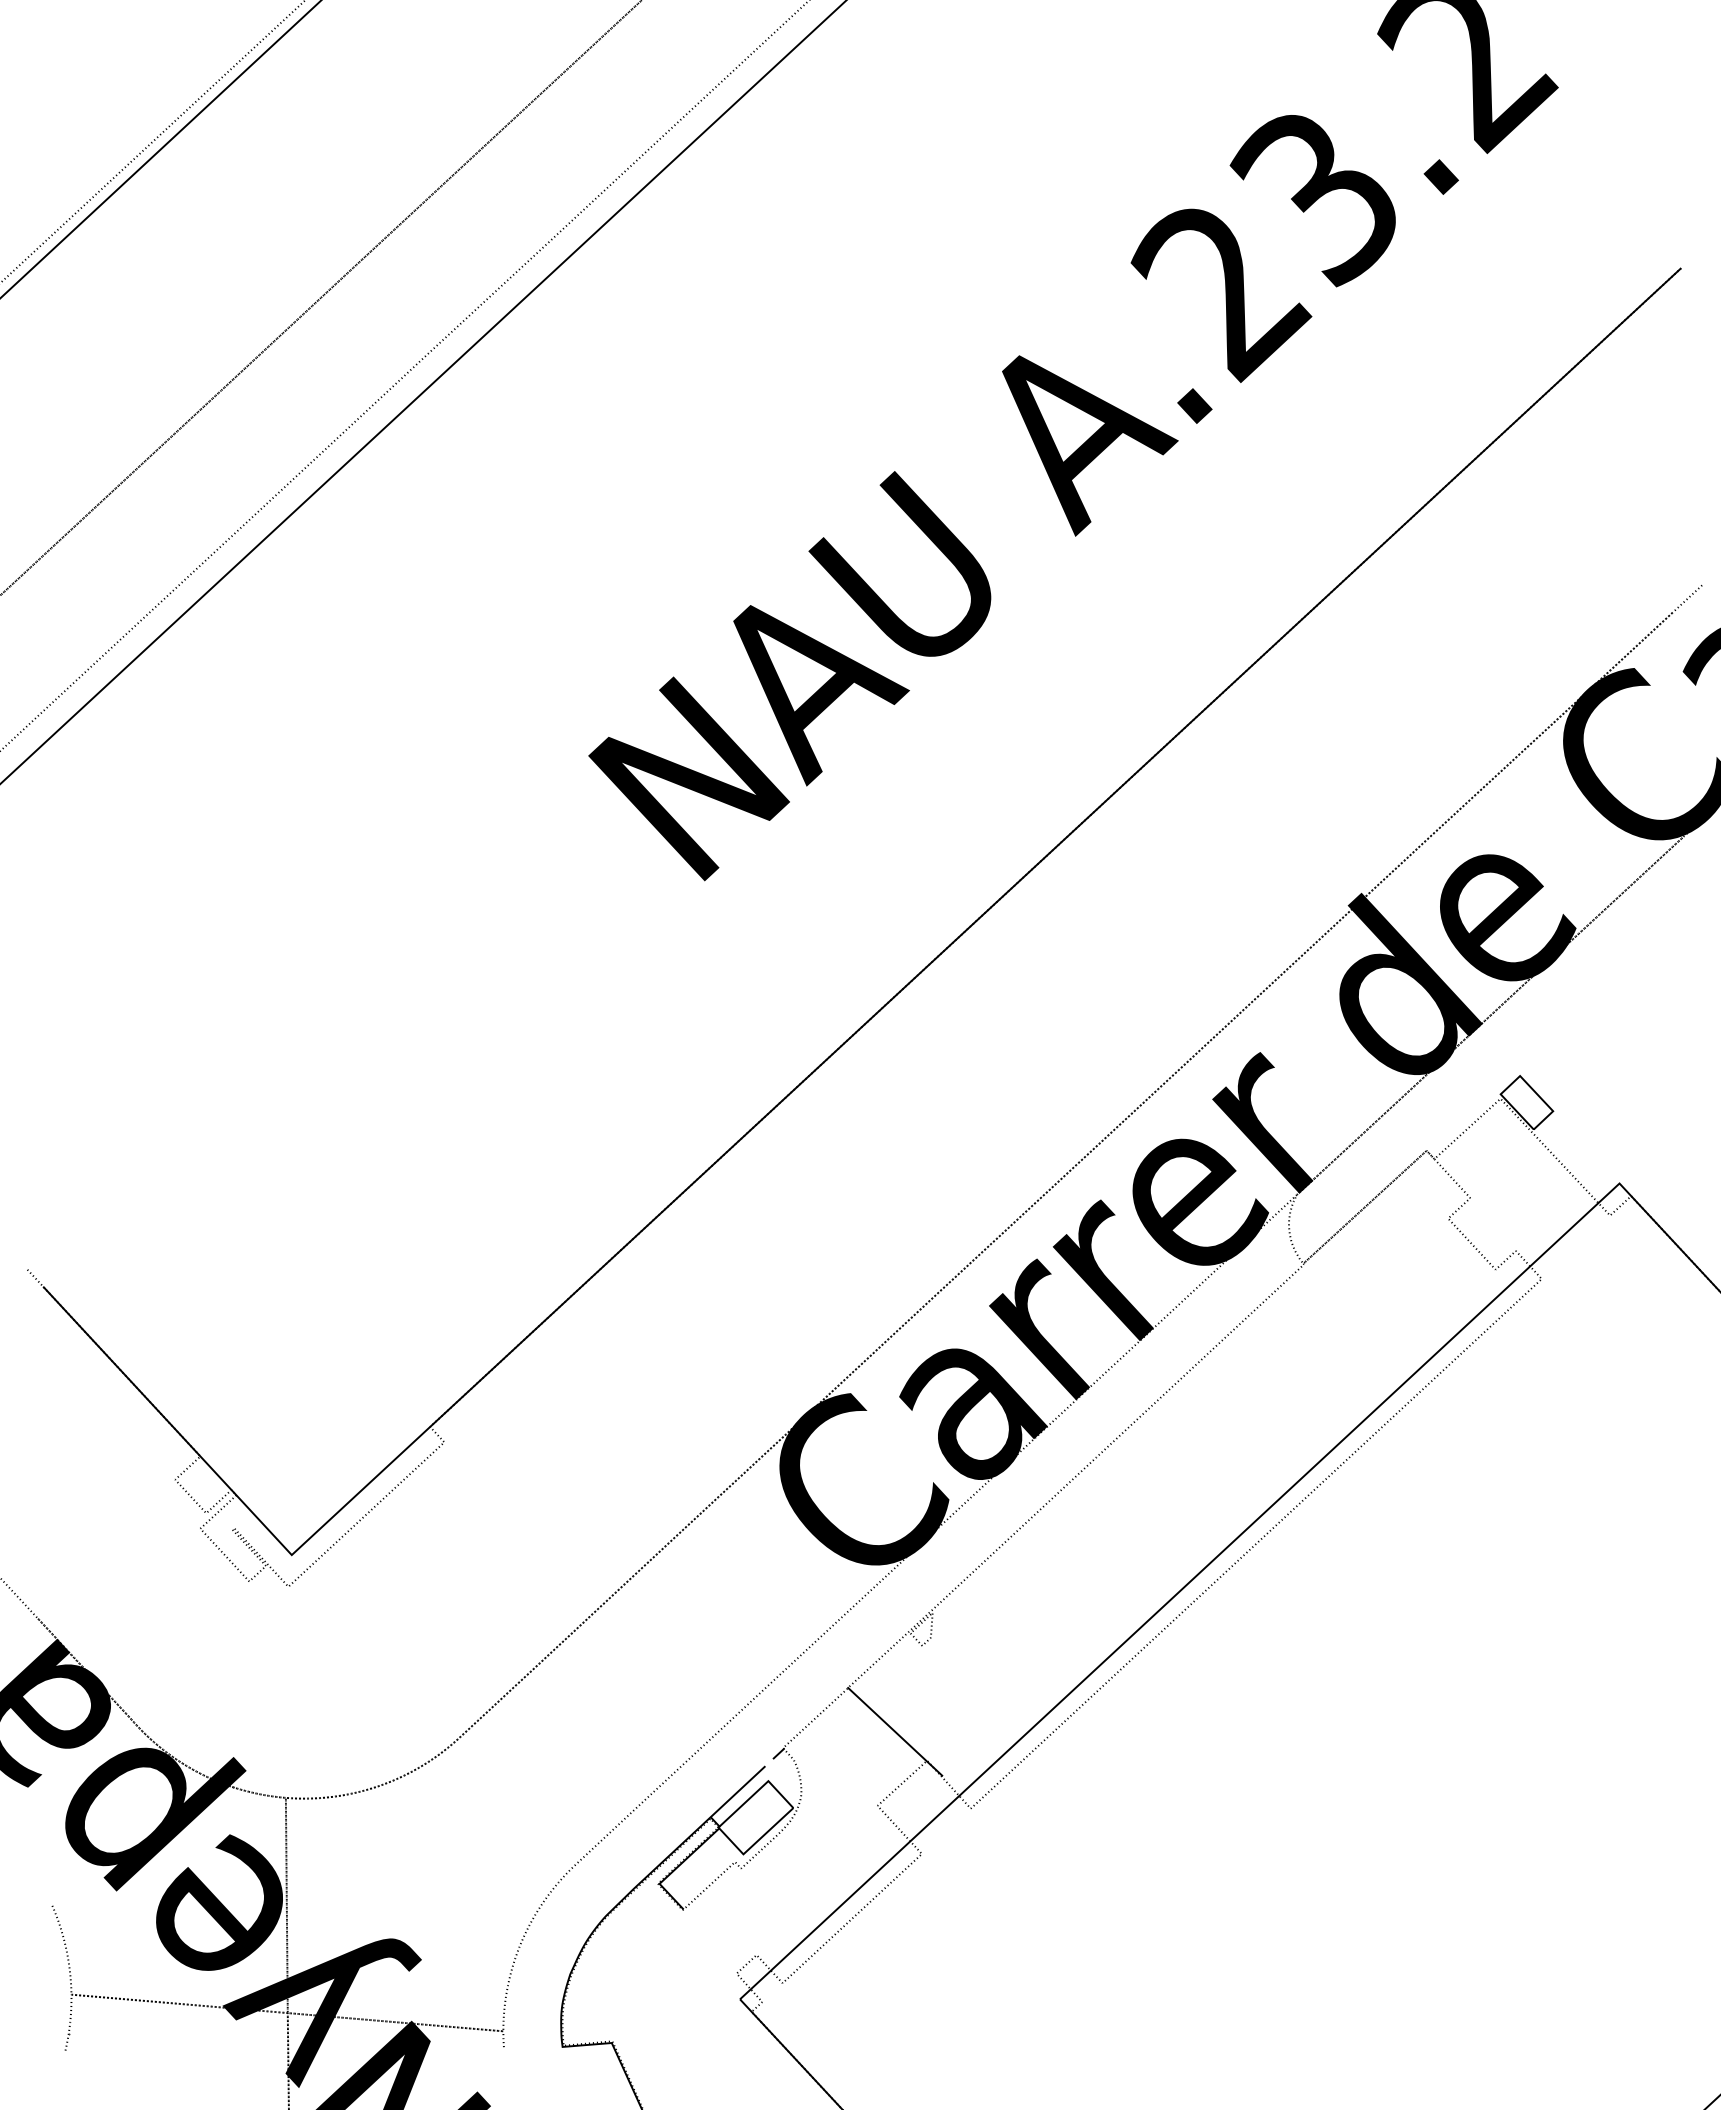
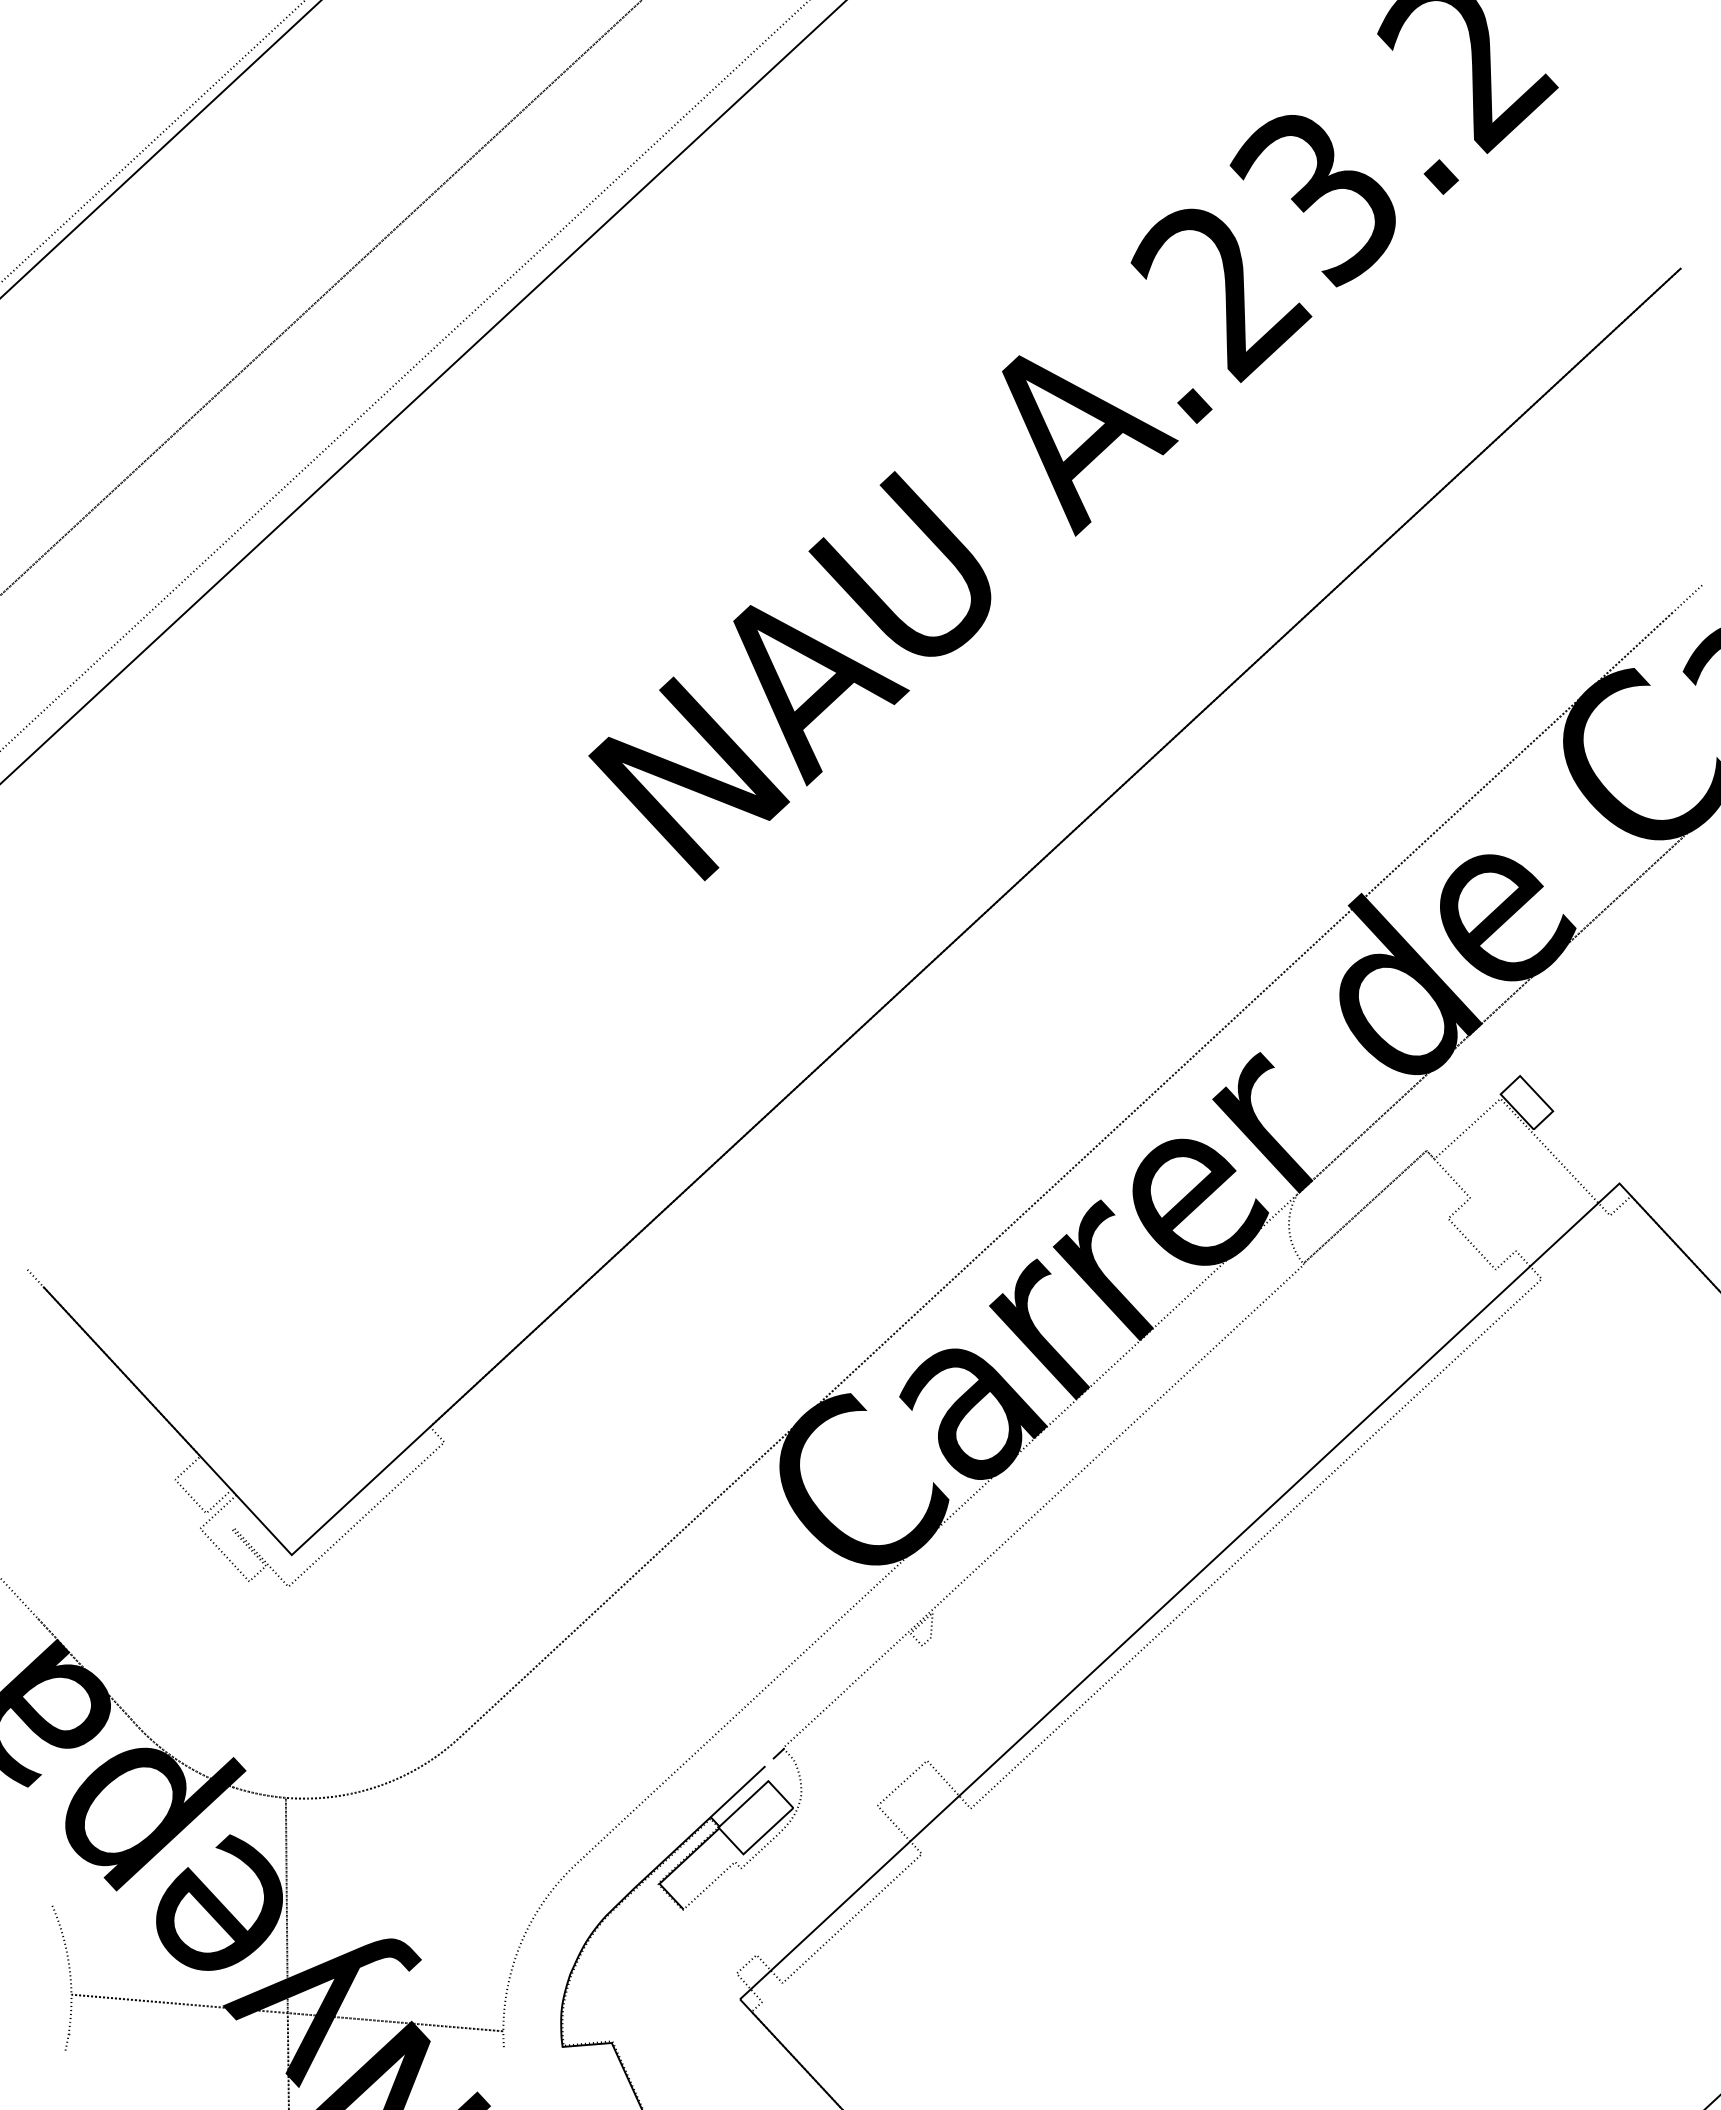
line at (895, 1731): present -> none
